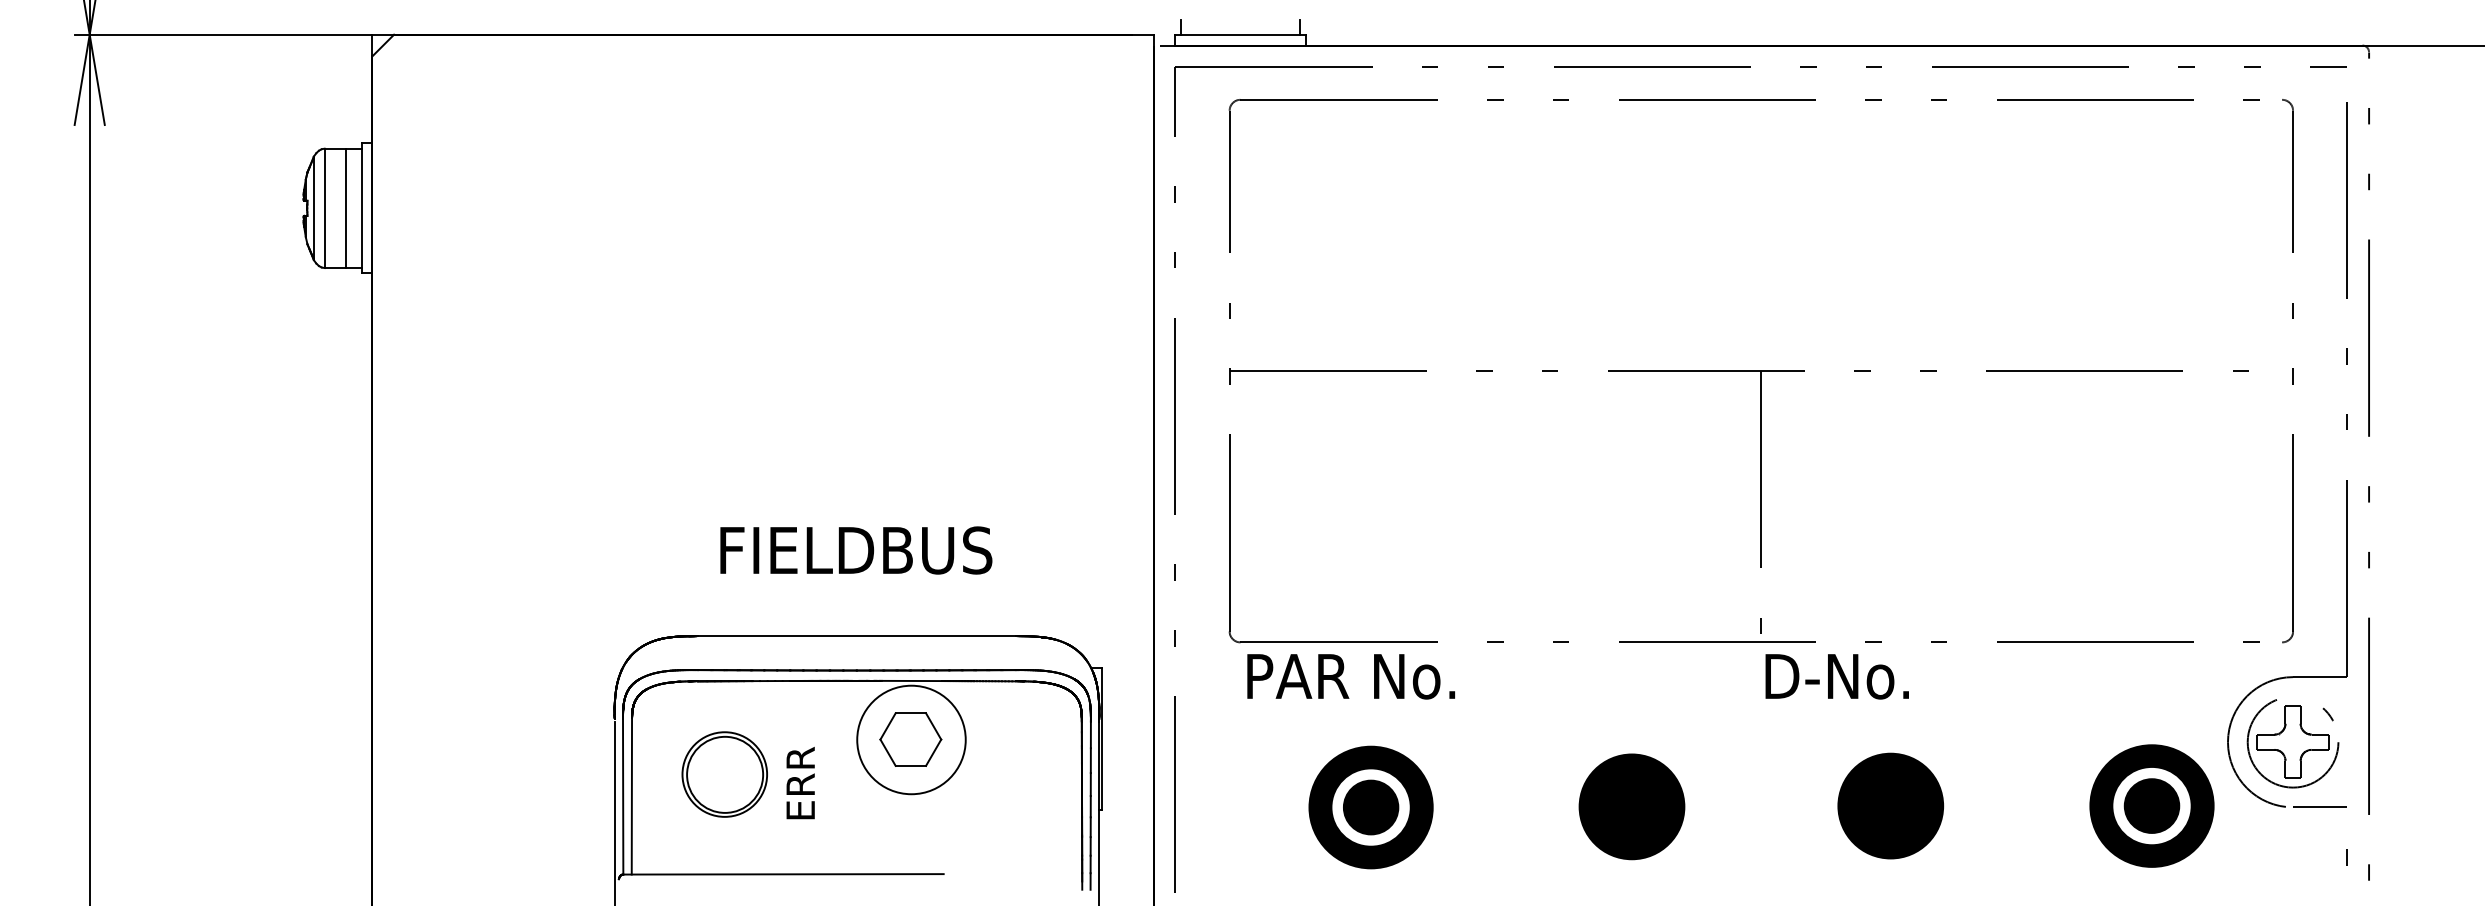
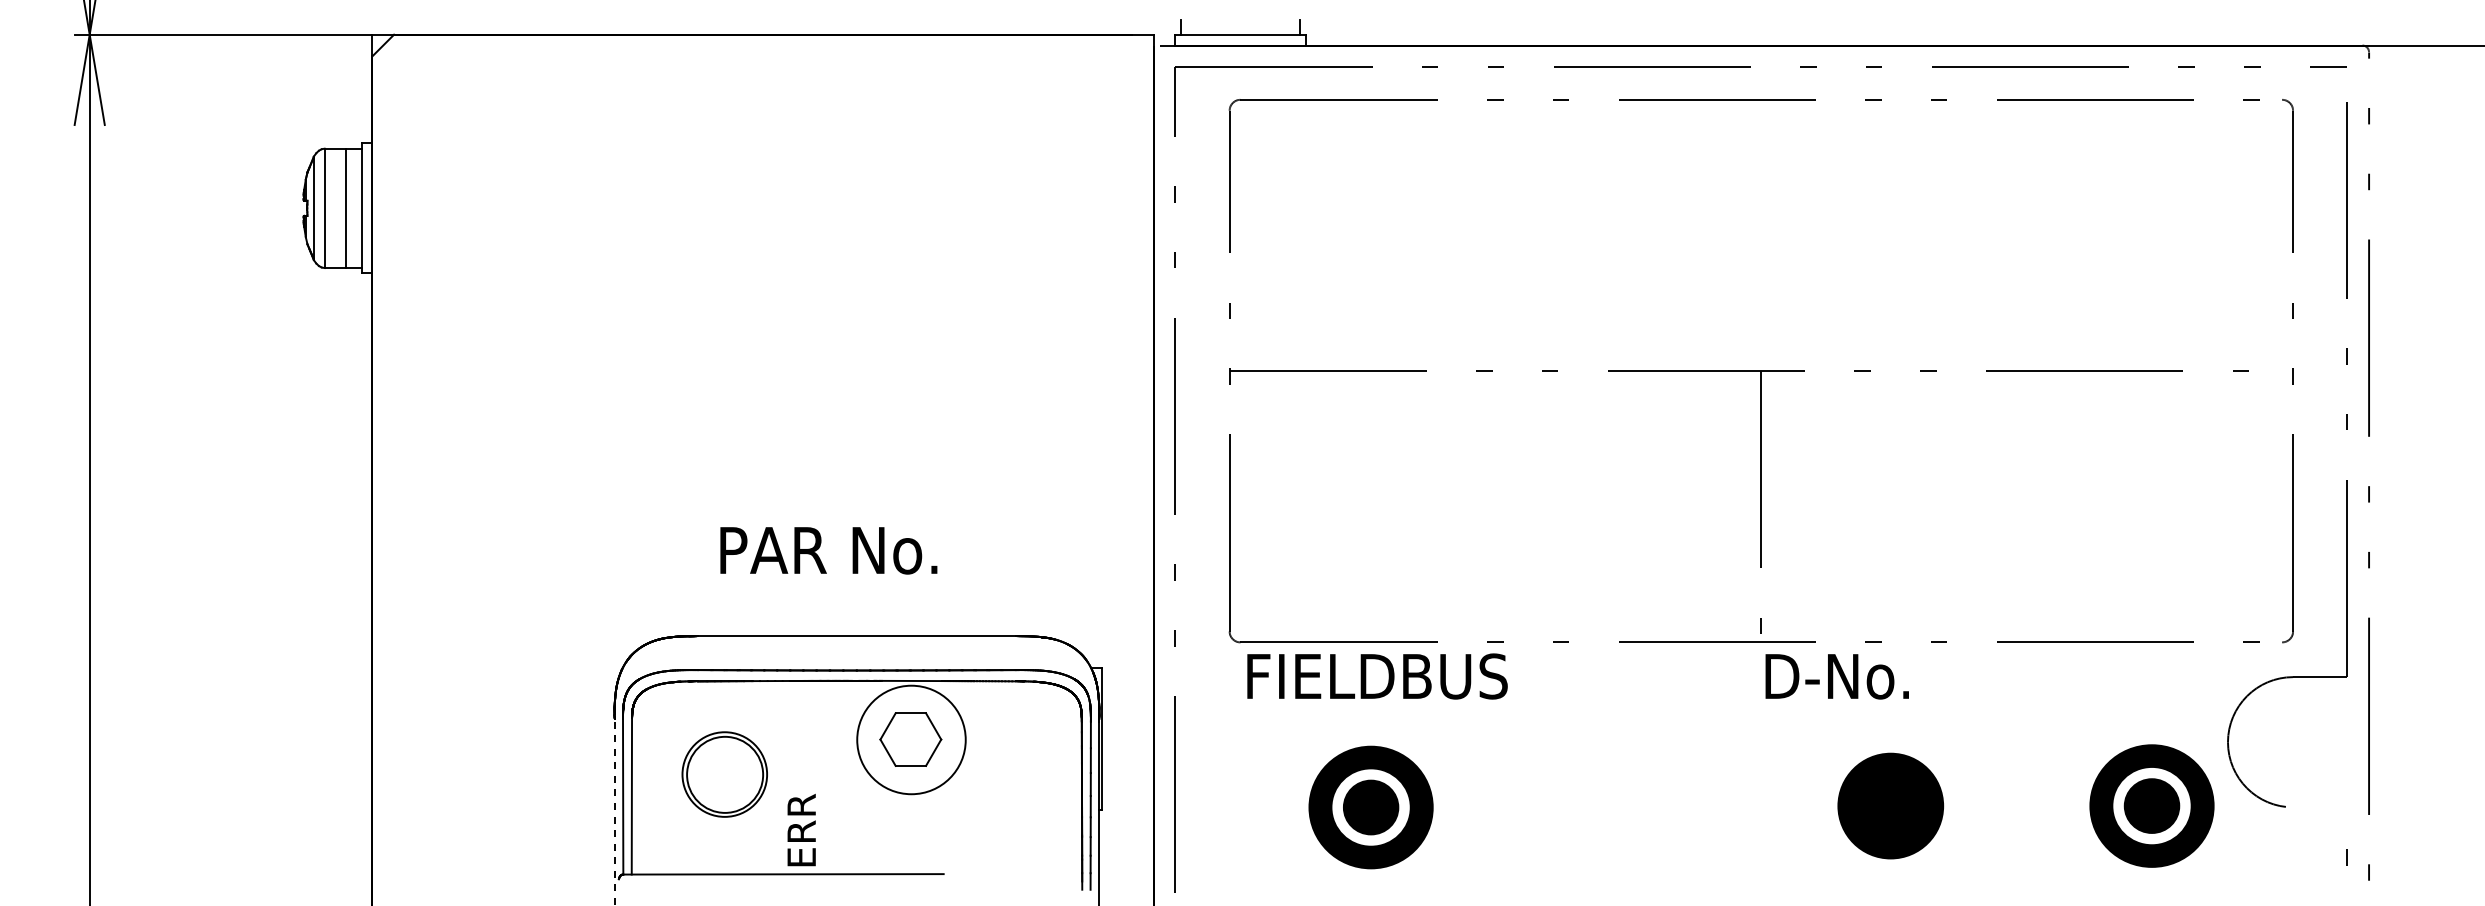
text at (859, 550): FIELDBUS -> PAR No.
text at (1379, 676): PAR No. -> FIELDBUS
part at (2292, 743): present -> none
text at (800, 782) position: (800, 782) -> (801, 829)
fill at (1631, 806): present -> none
line at (2320, 807): present -> none
line at (614, 813): solid -> dashed
